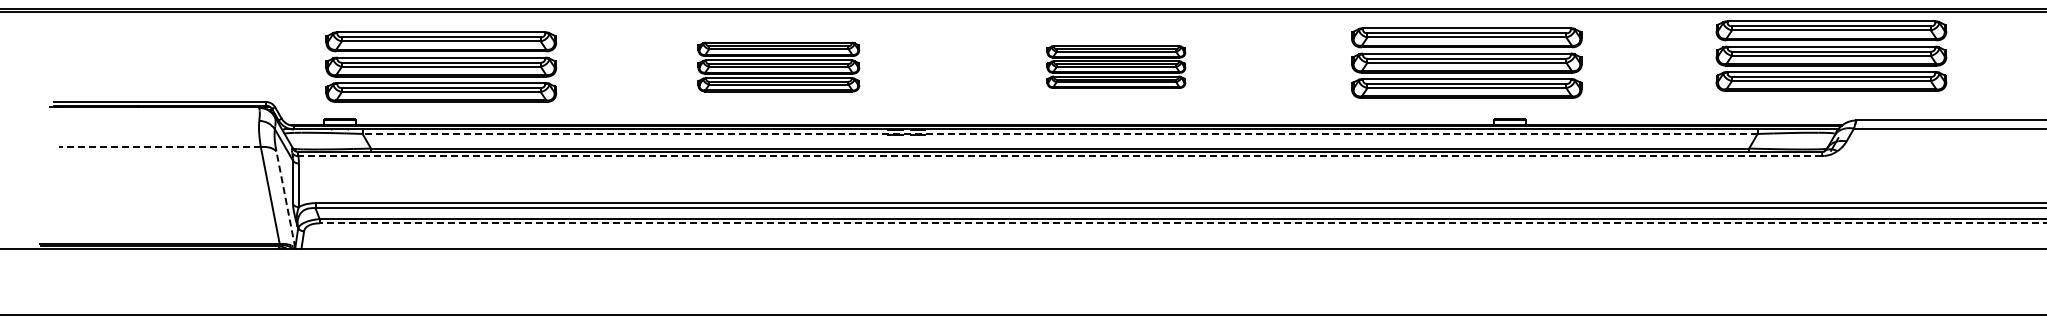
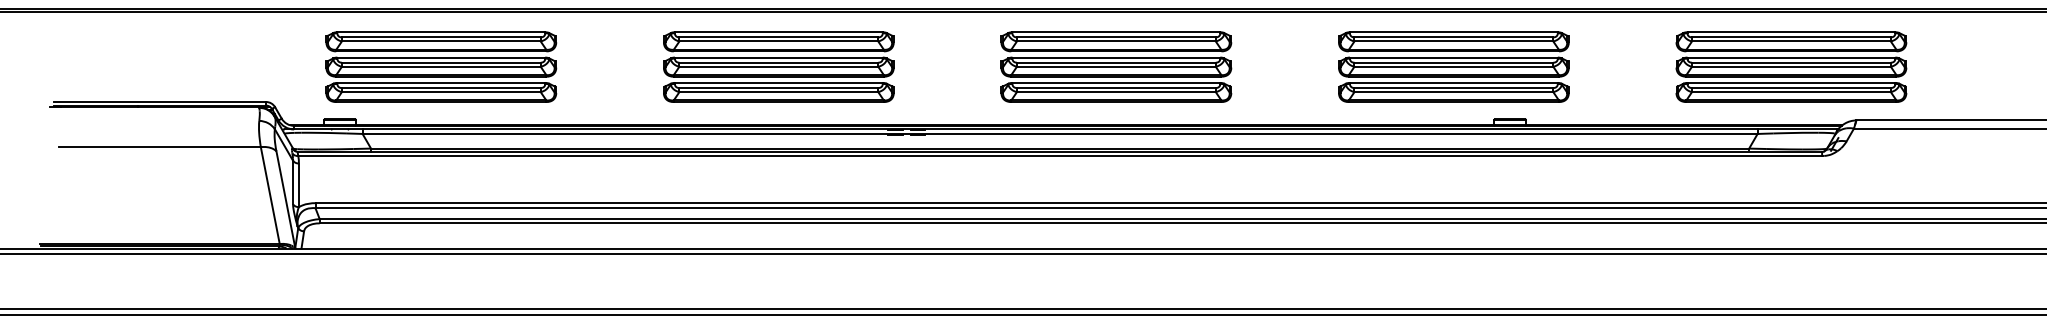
part at (1831, 55) position: (1831, 55) -> (1791, 66)
part at (1466, 62) position: (1466, 62) -> (1453, 66)
part at (778, 66) size: 164x52 px -> 232x72 px
part at (1116, 66) size: 141x44 px -> 233x72 px
line at (1060, 133): dashed -> solid
line at (160, 147): dashed -> solid
line at (1060, 156): dashed -> solid
line at (285, 199): dashed -> solid
line at (1182, 223): dashed -> solid
line at (1022, 254): none -> present
line at (1022, 308): none -> present
